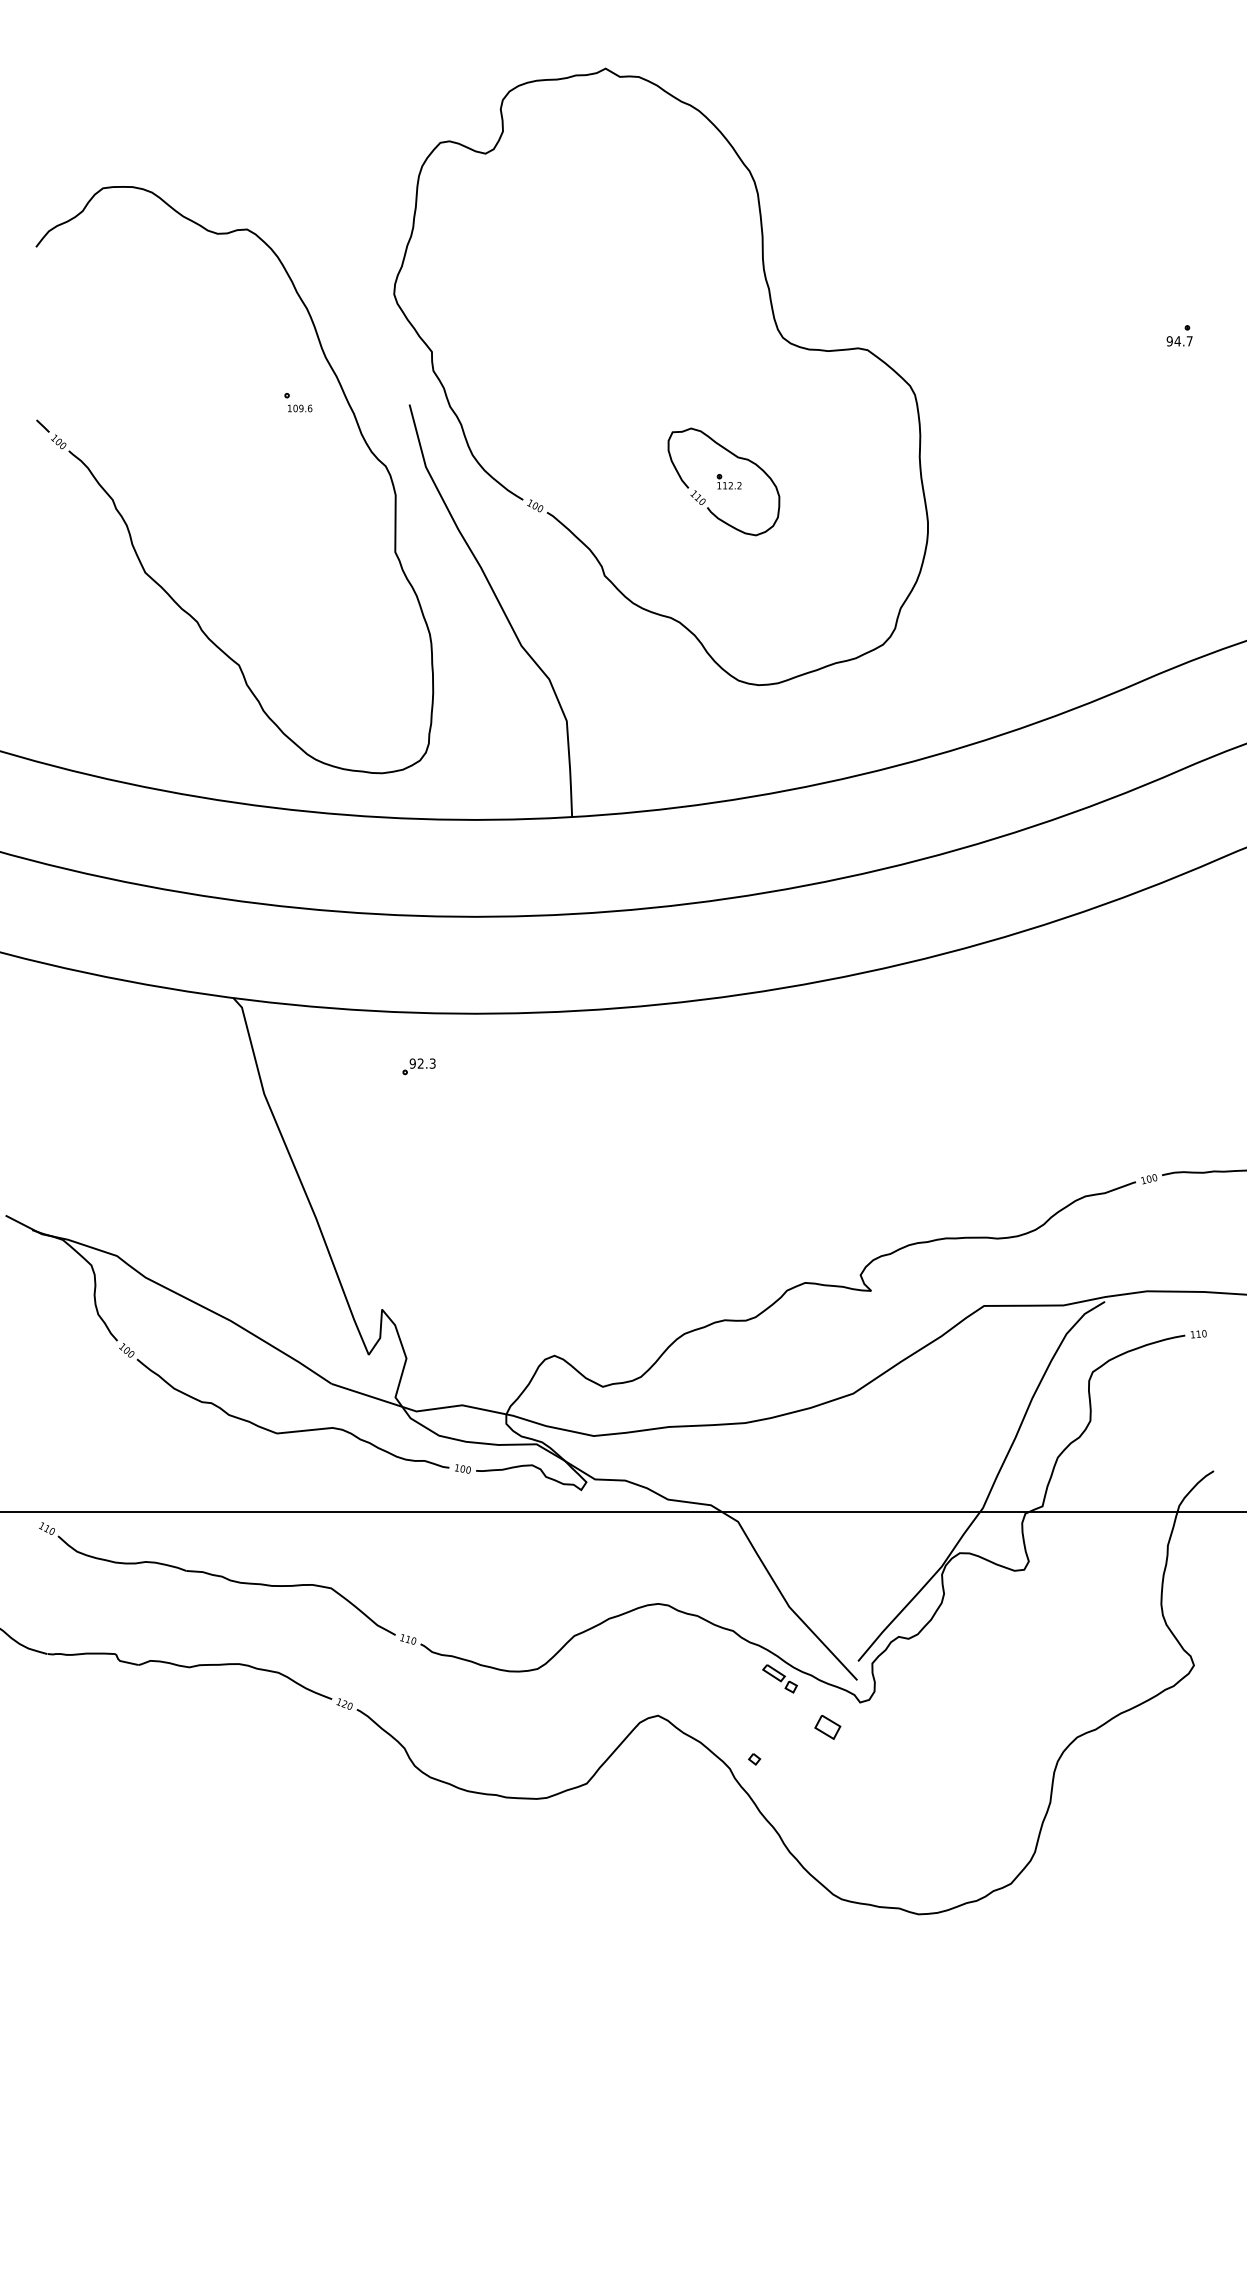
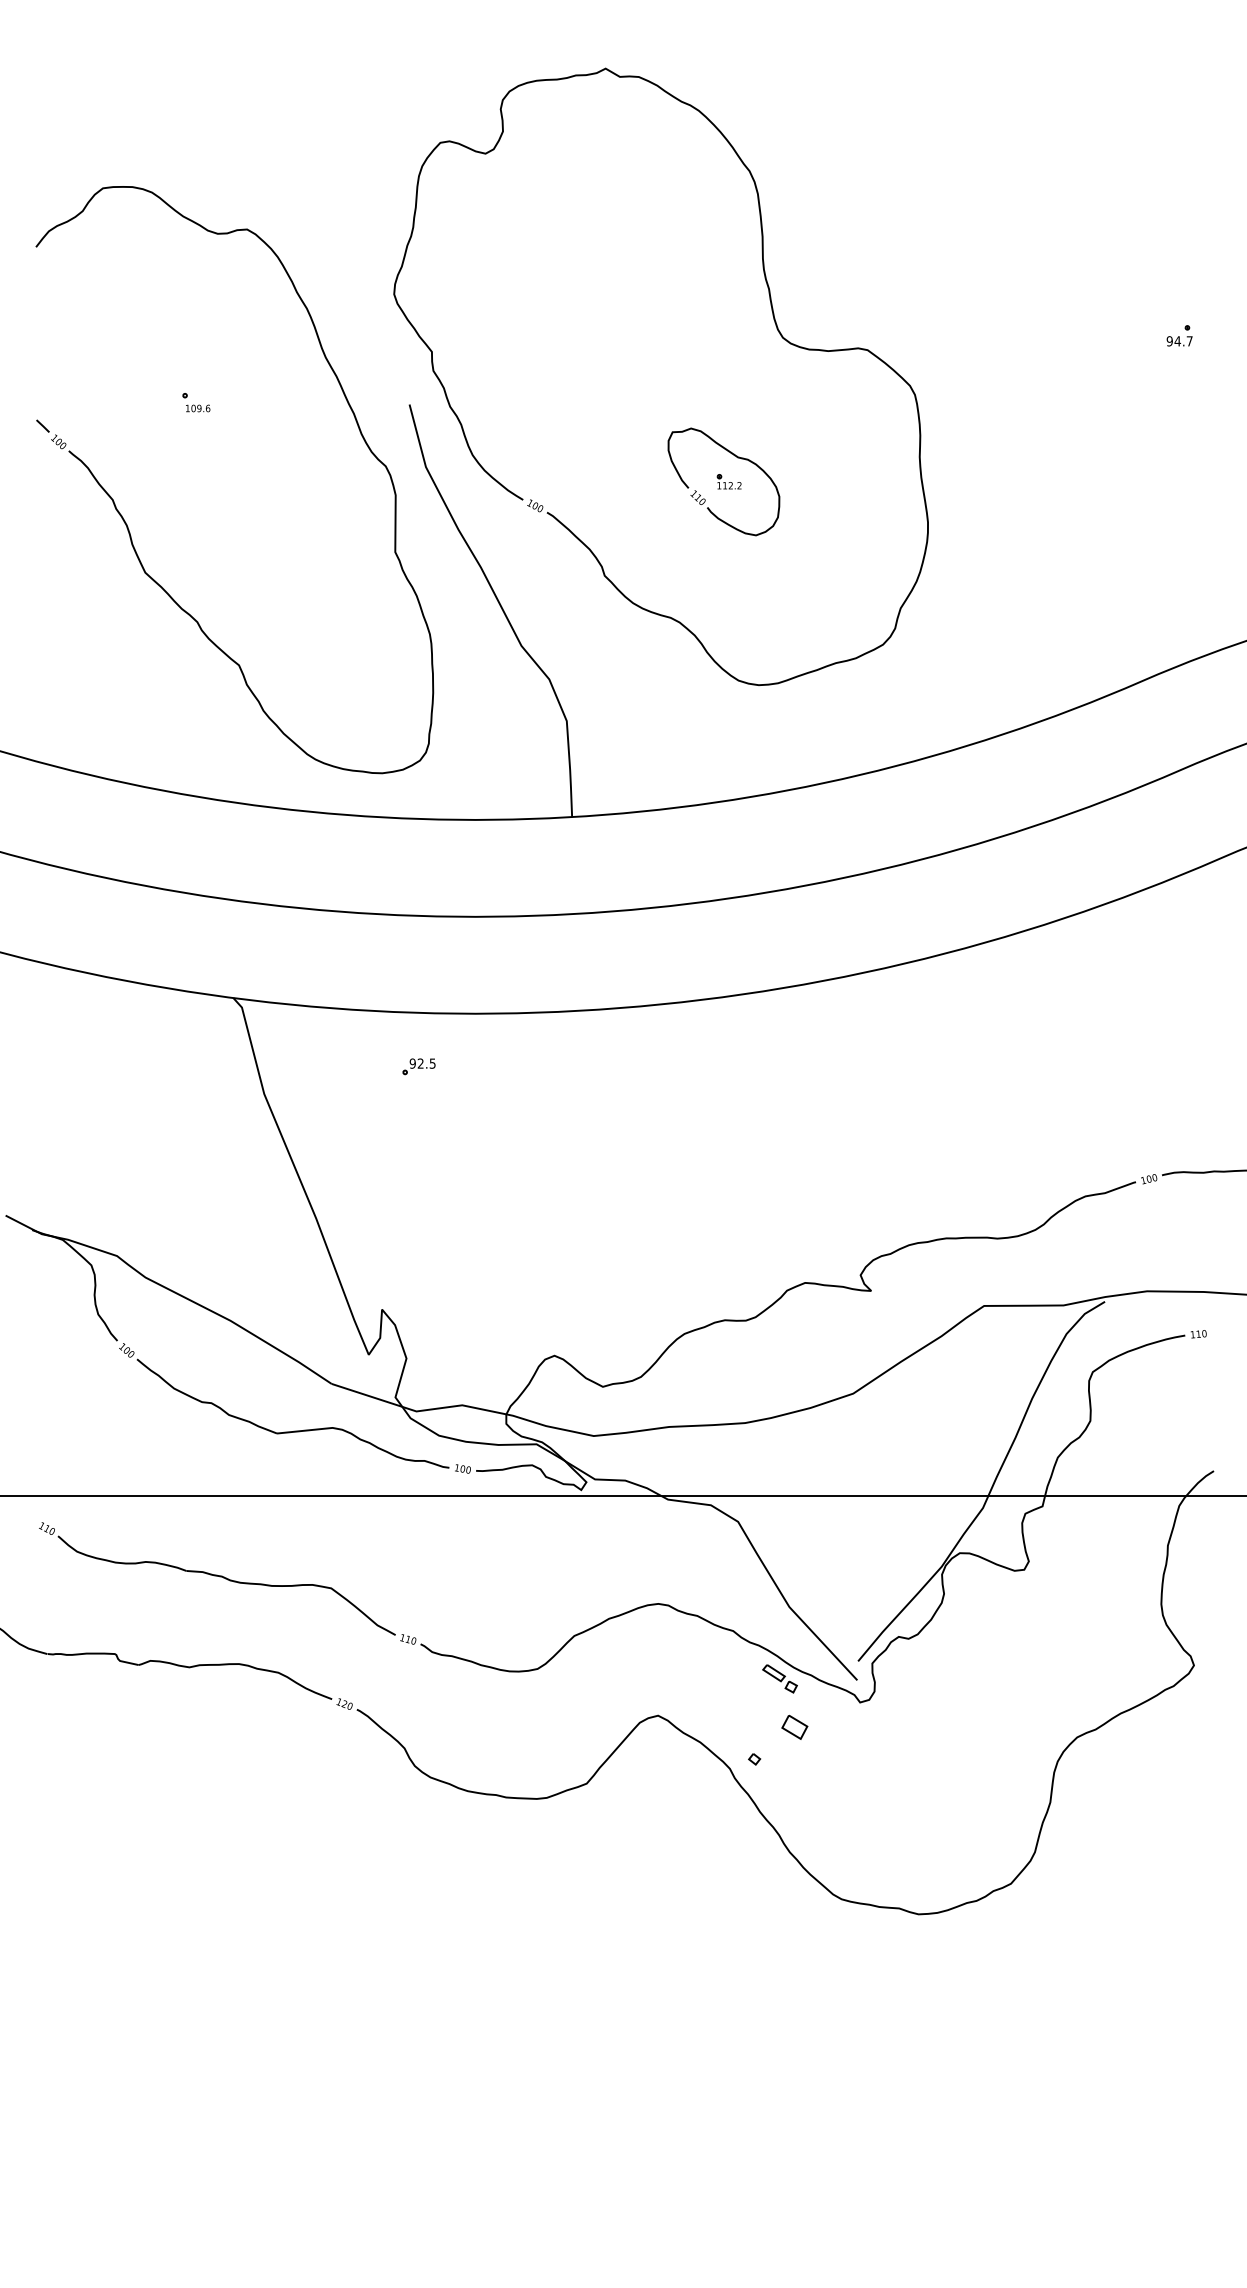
part at (298, 402) position: (298, 402) -> (196, 402)
text at (432, 1062): 92.3 -> 92.5
line at (622, 1512) position: (622, 1512) -> (622, 1496)
part at (827, 1726) position: (827, 1726) -> (794, 1726)
